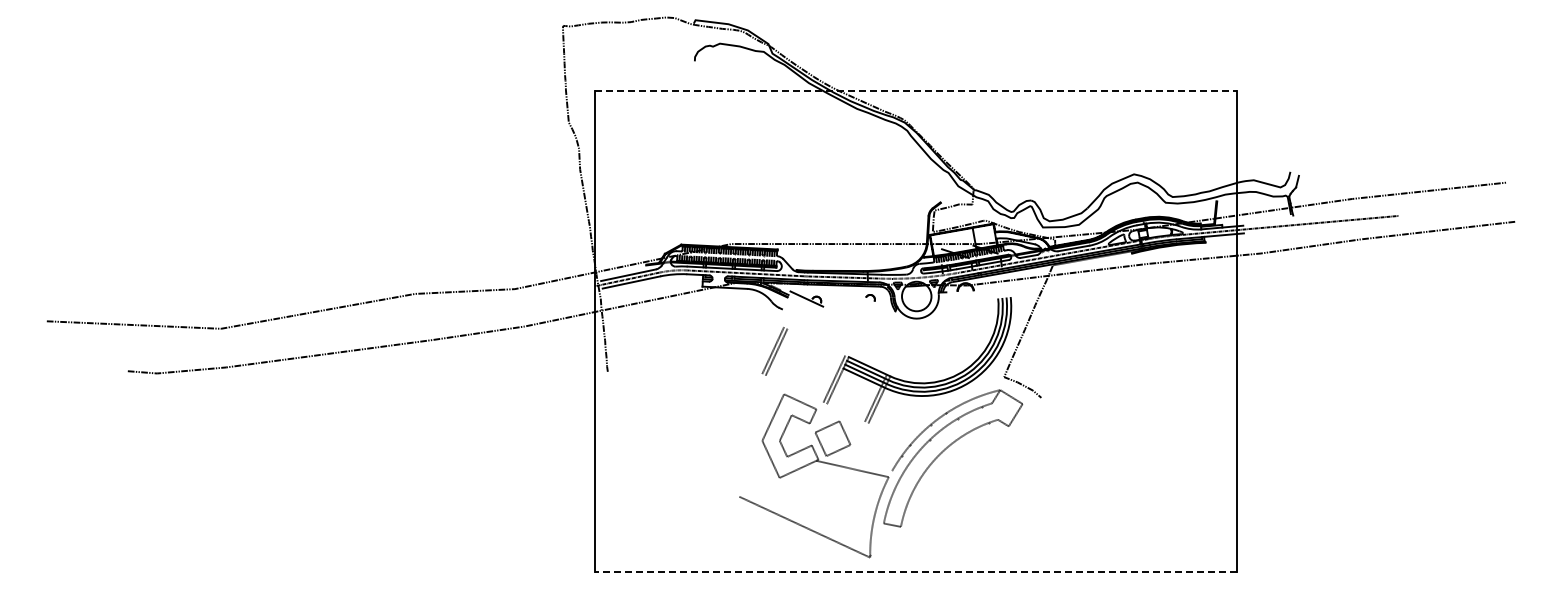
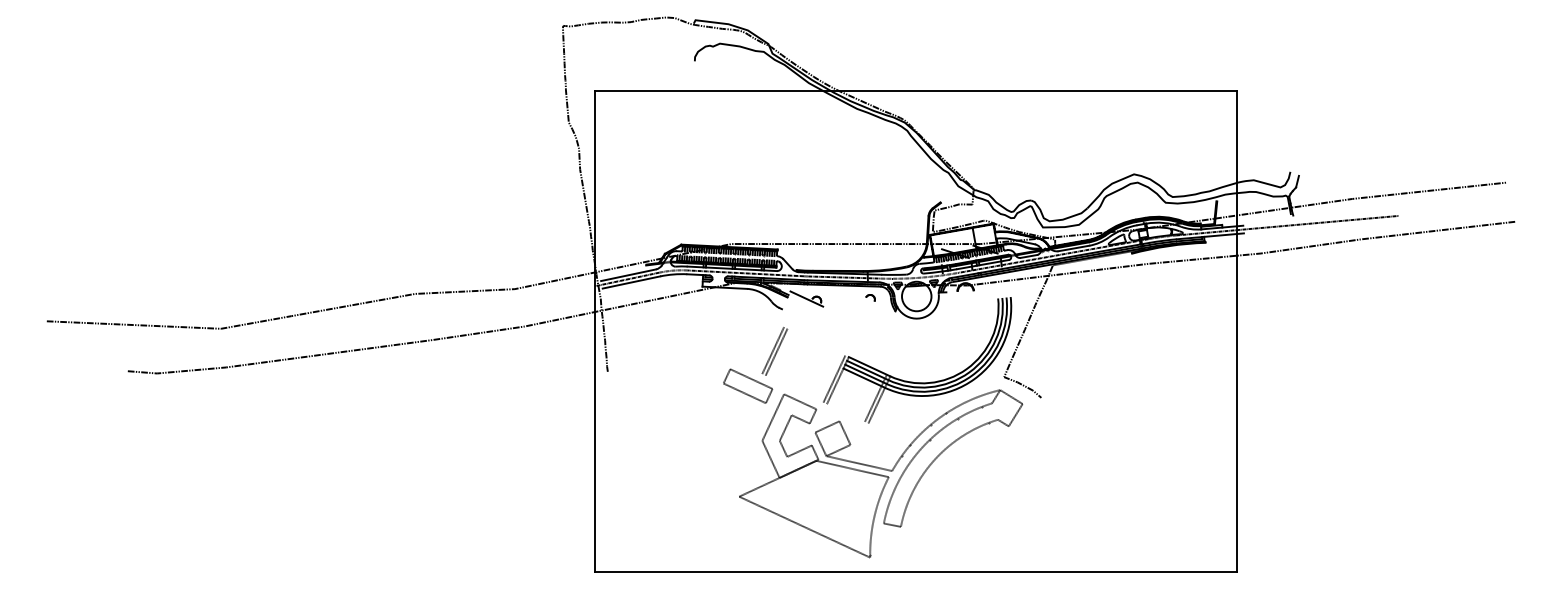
line at (916, 90): dashed -> solid
part at (748, 385): none -> present
line at (859, 463): none -> present
line at (777, 478): none -> present
line at (915, 572): dashed -> solid
